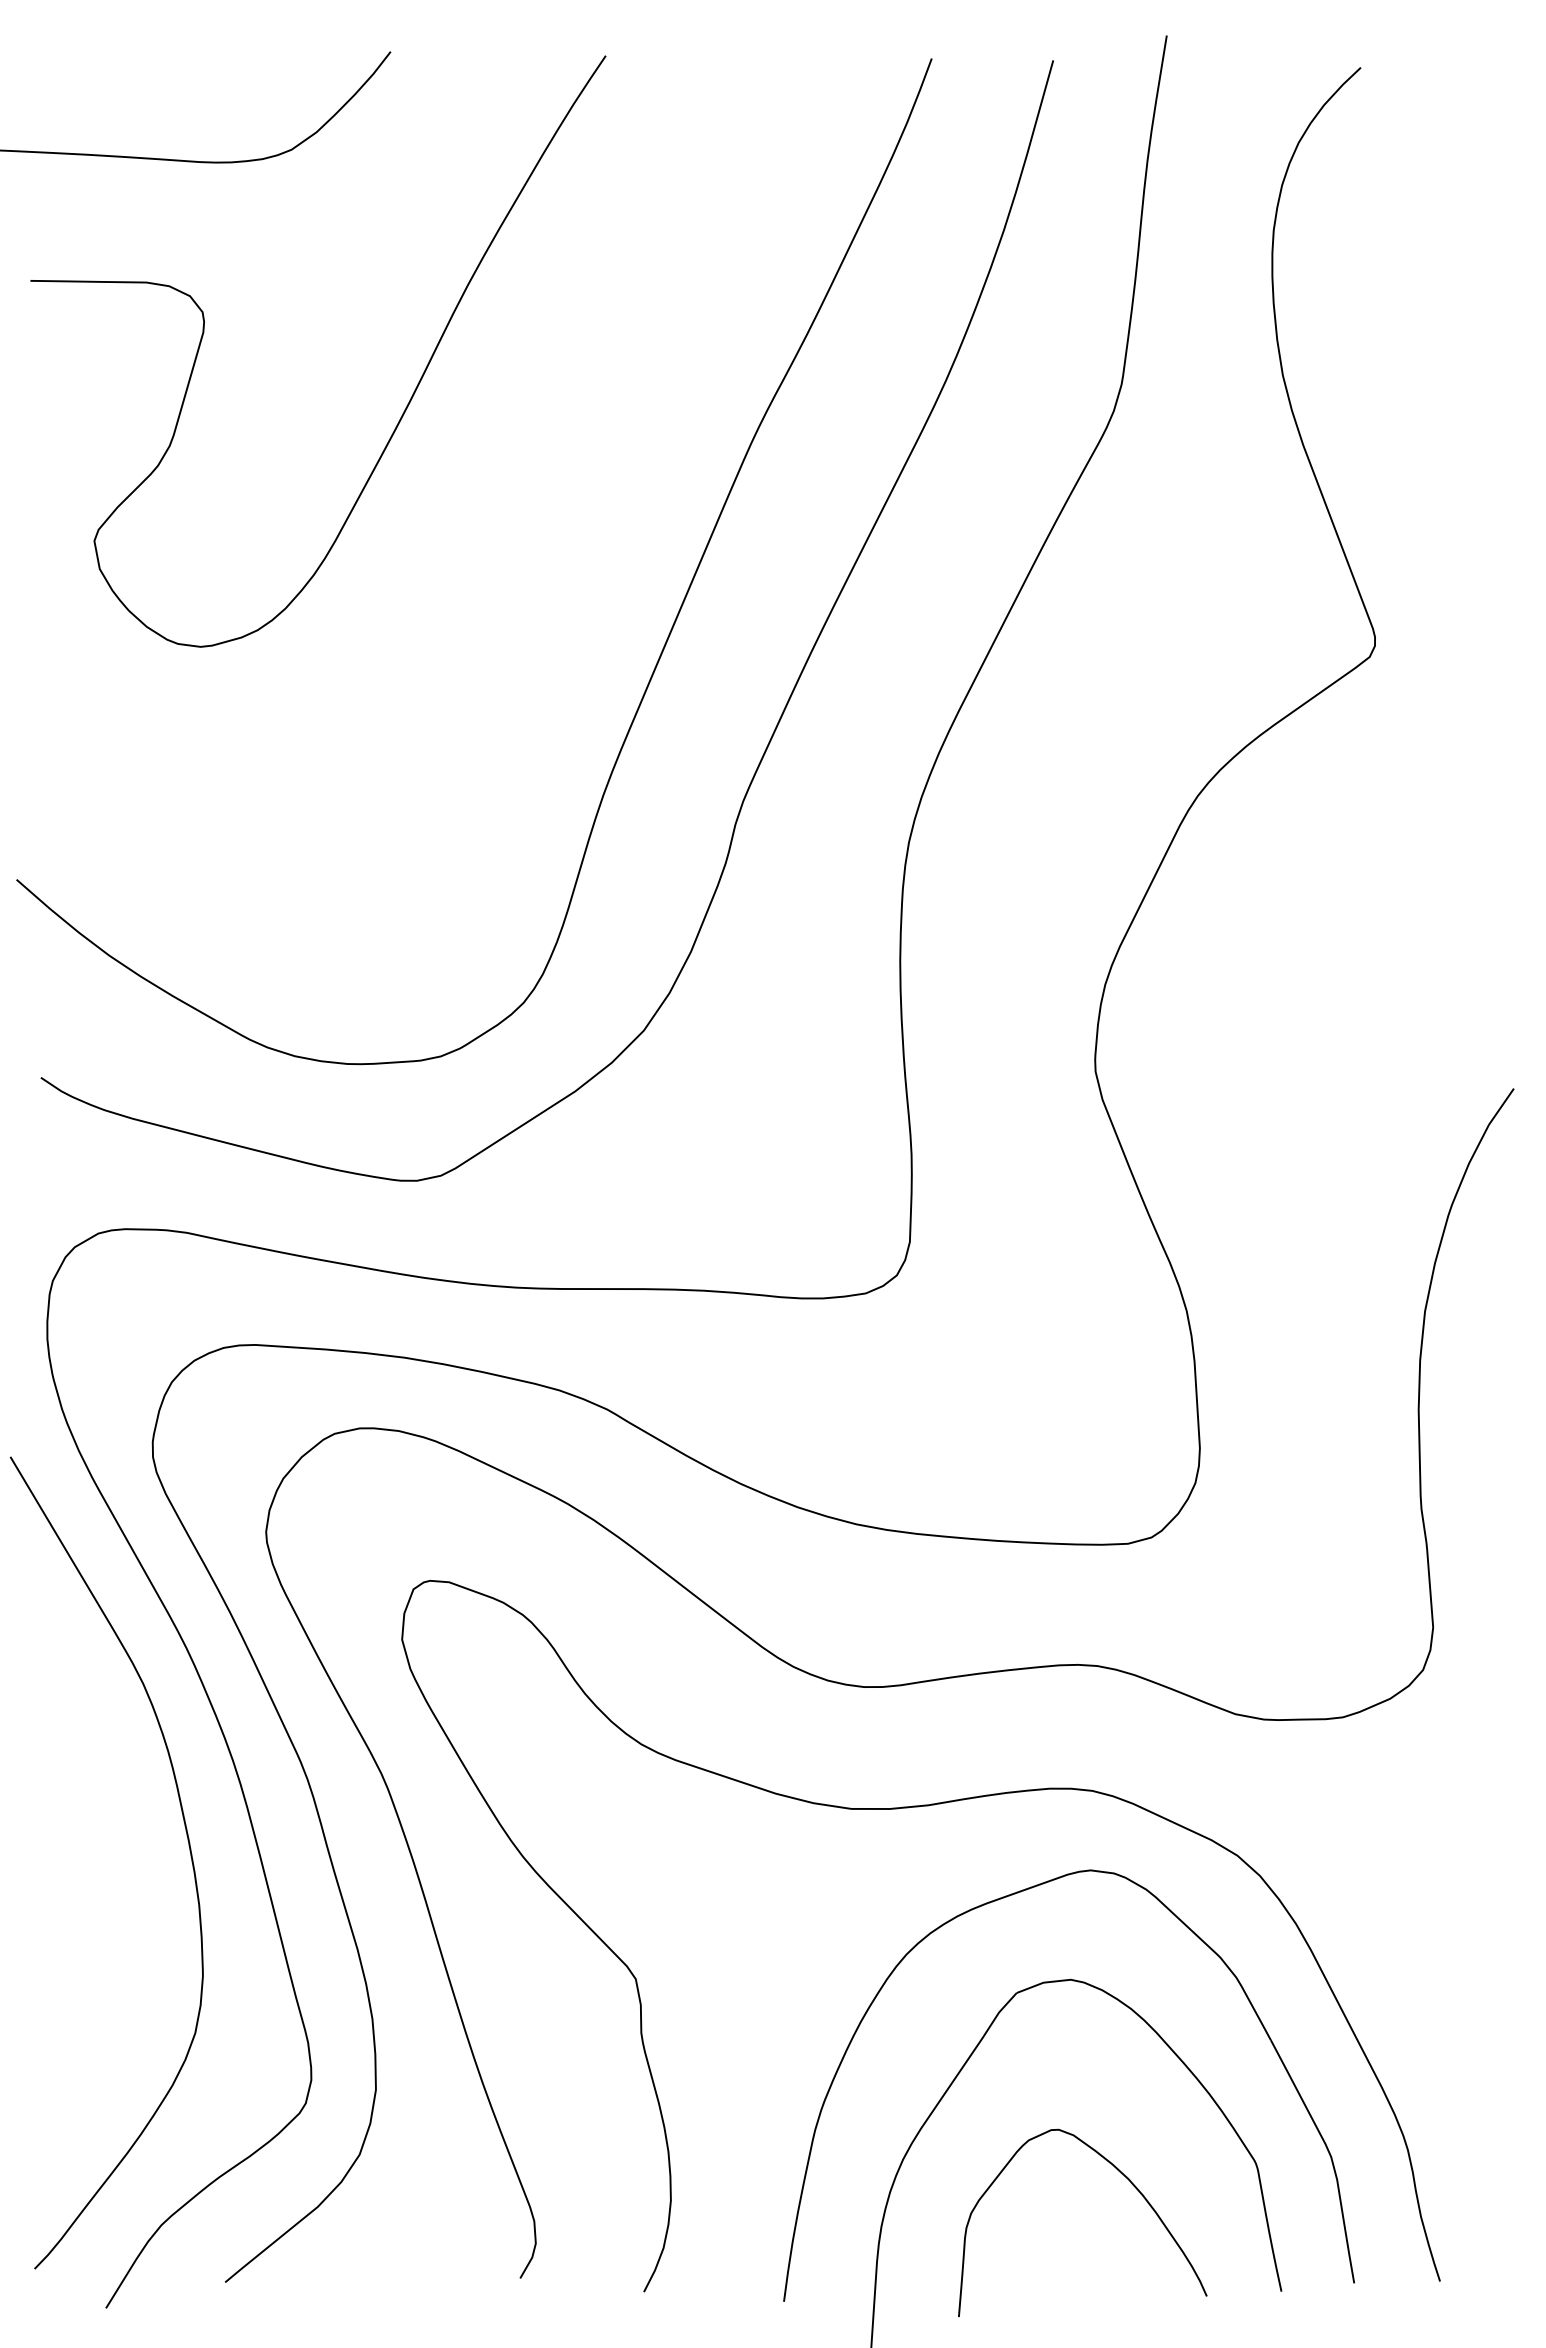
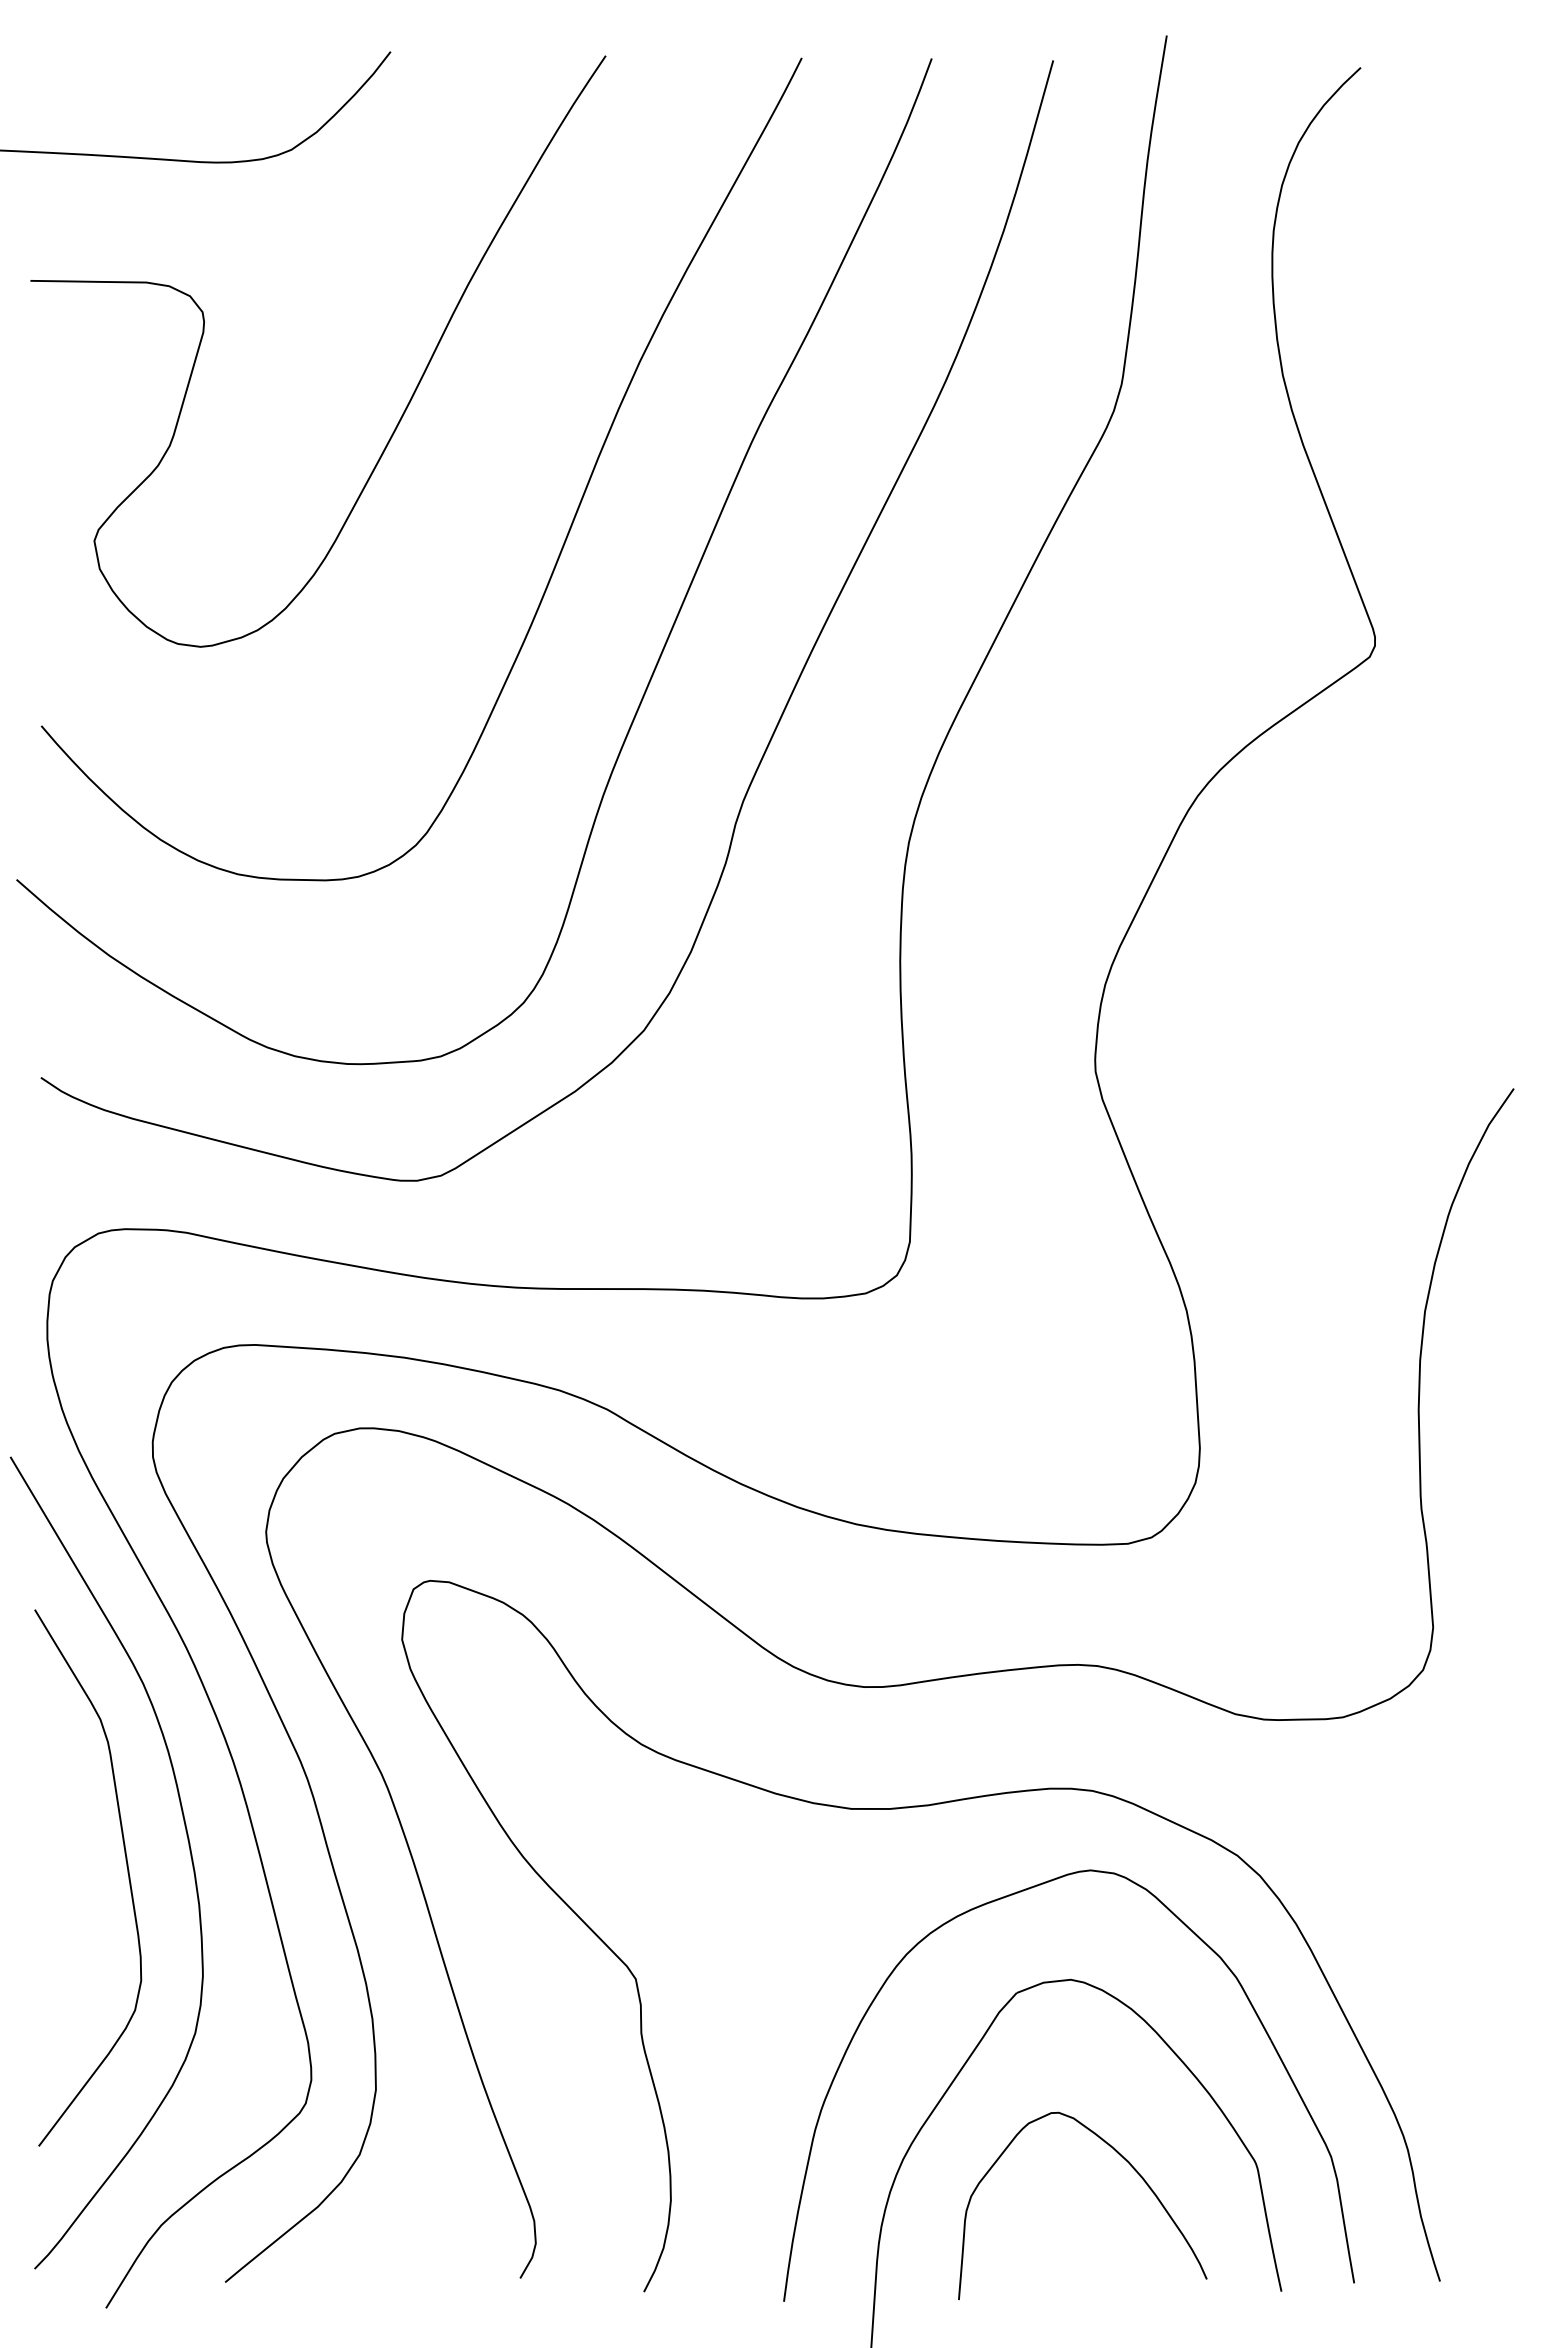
curve at (569, 527): none -> present
curve at (127, 1873): none -> present
curve at (1120, 2173) position: (1120, 2173) -> (1120, 2156)
